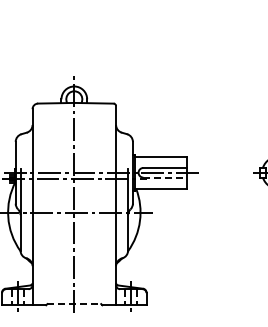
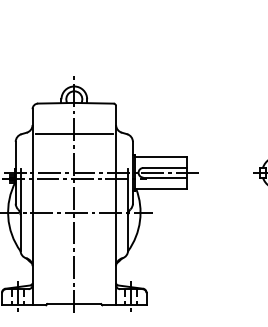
line at (73, 134): none -> present
line at (165, 177): dashed -> solid
line at (74, 304): dashed -> solid
